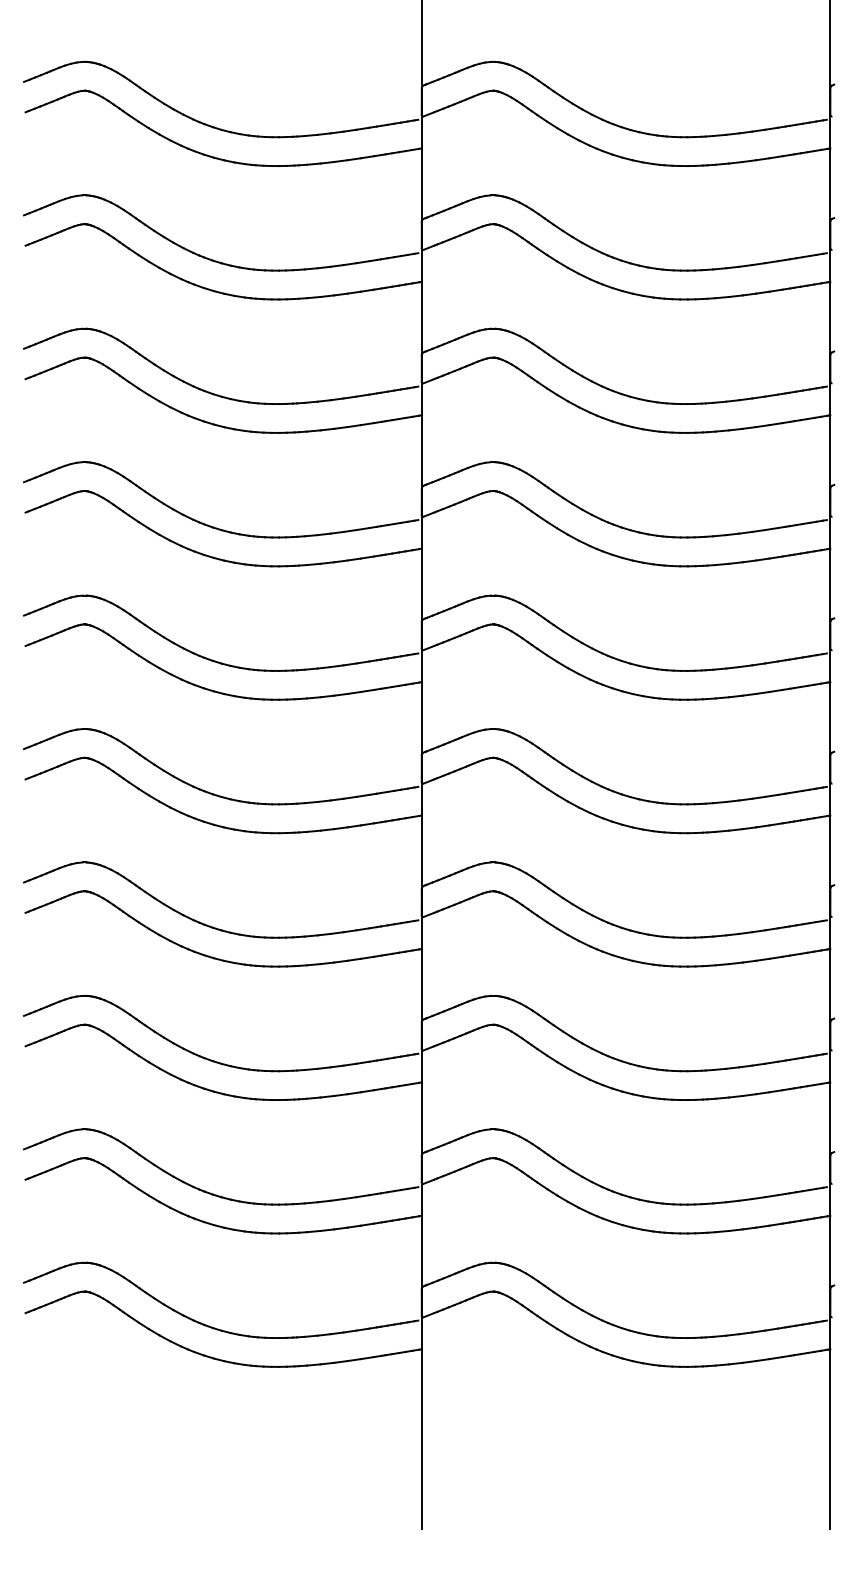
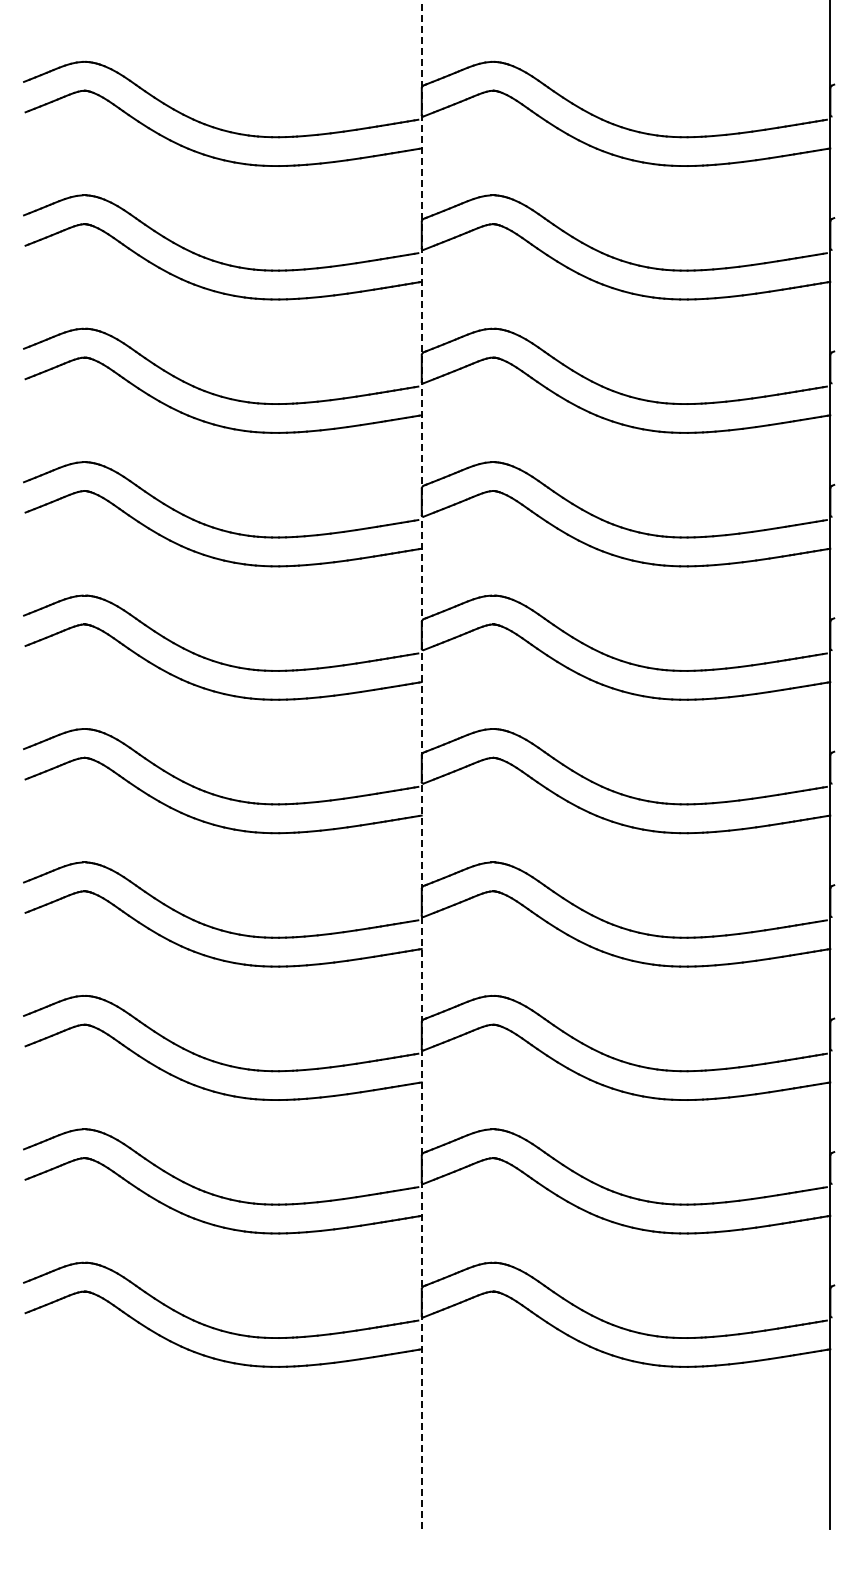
line at (421, 763): solid -> dashed
